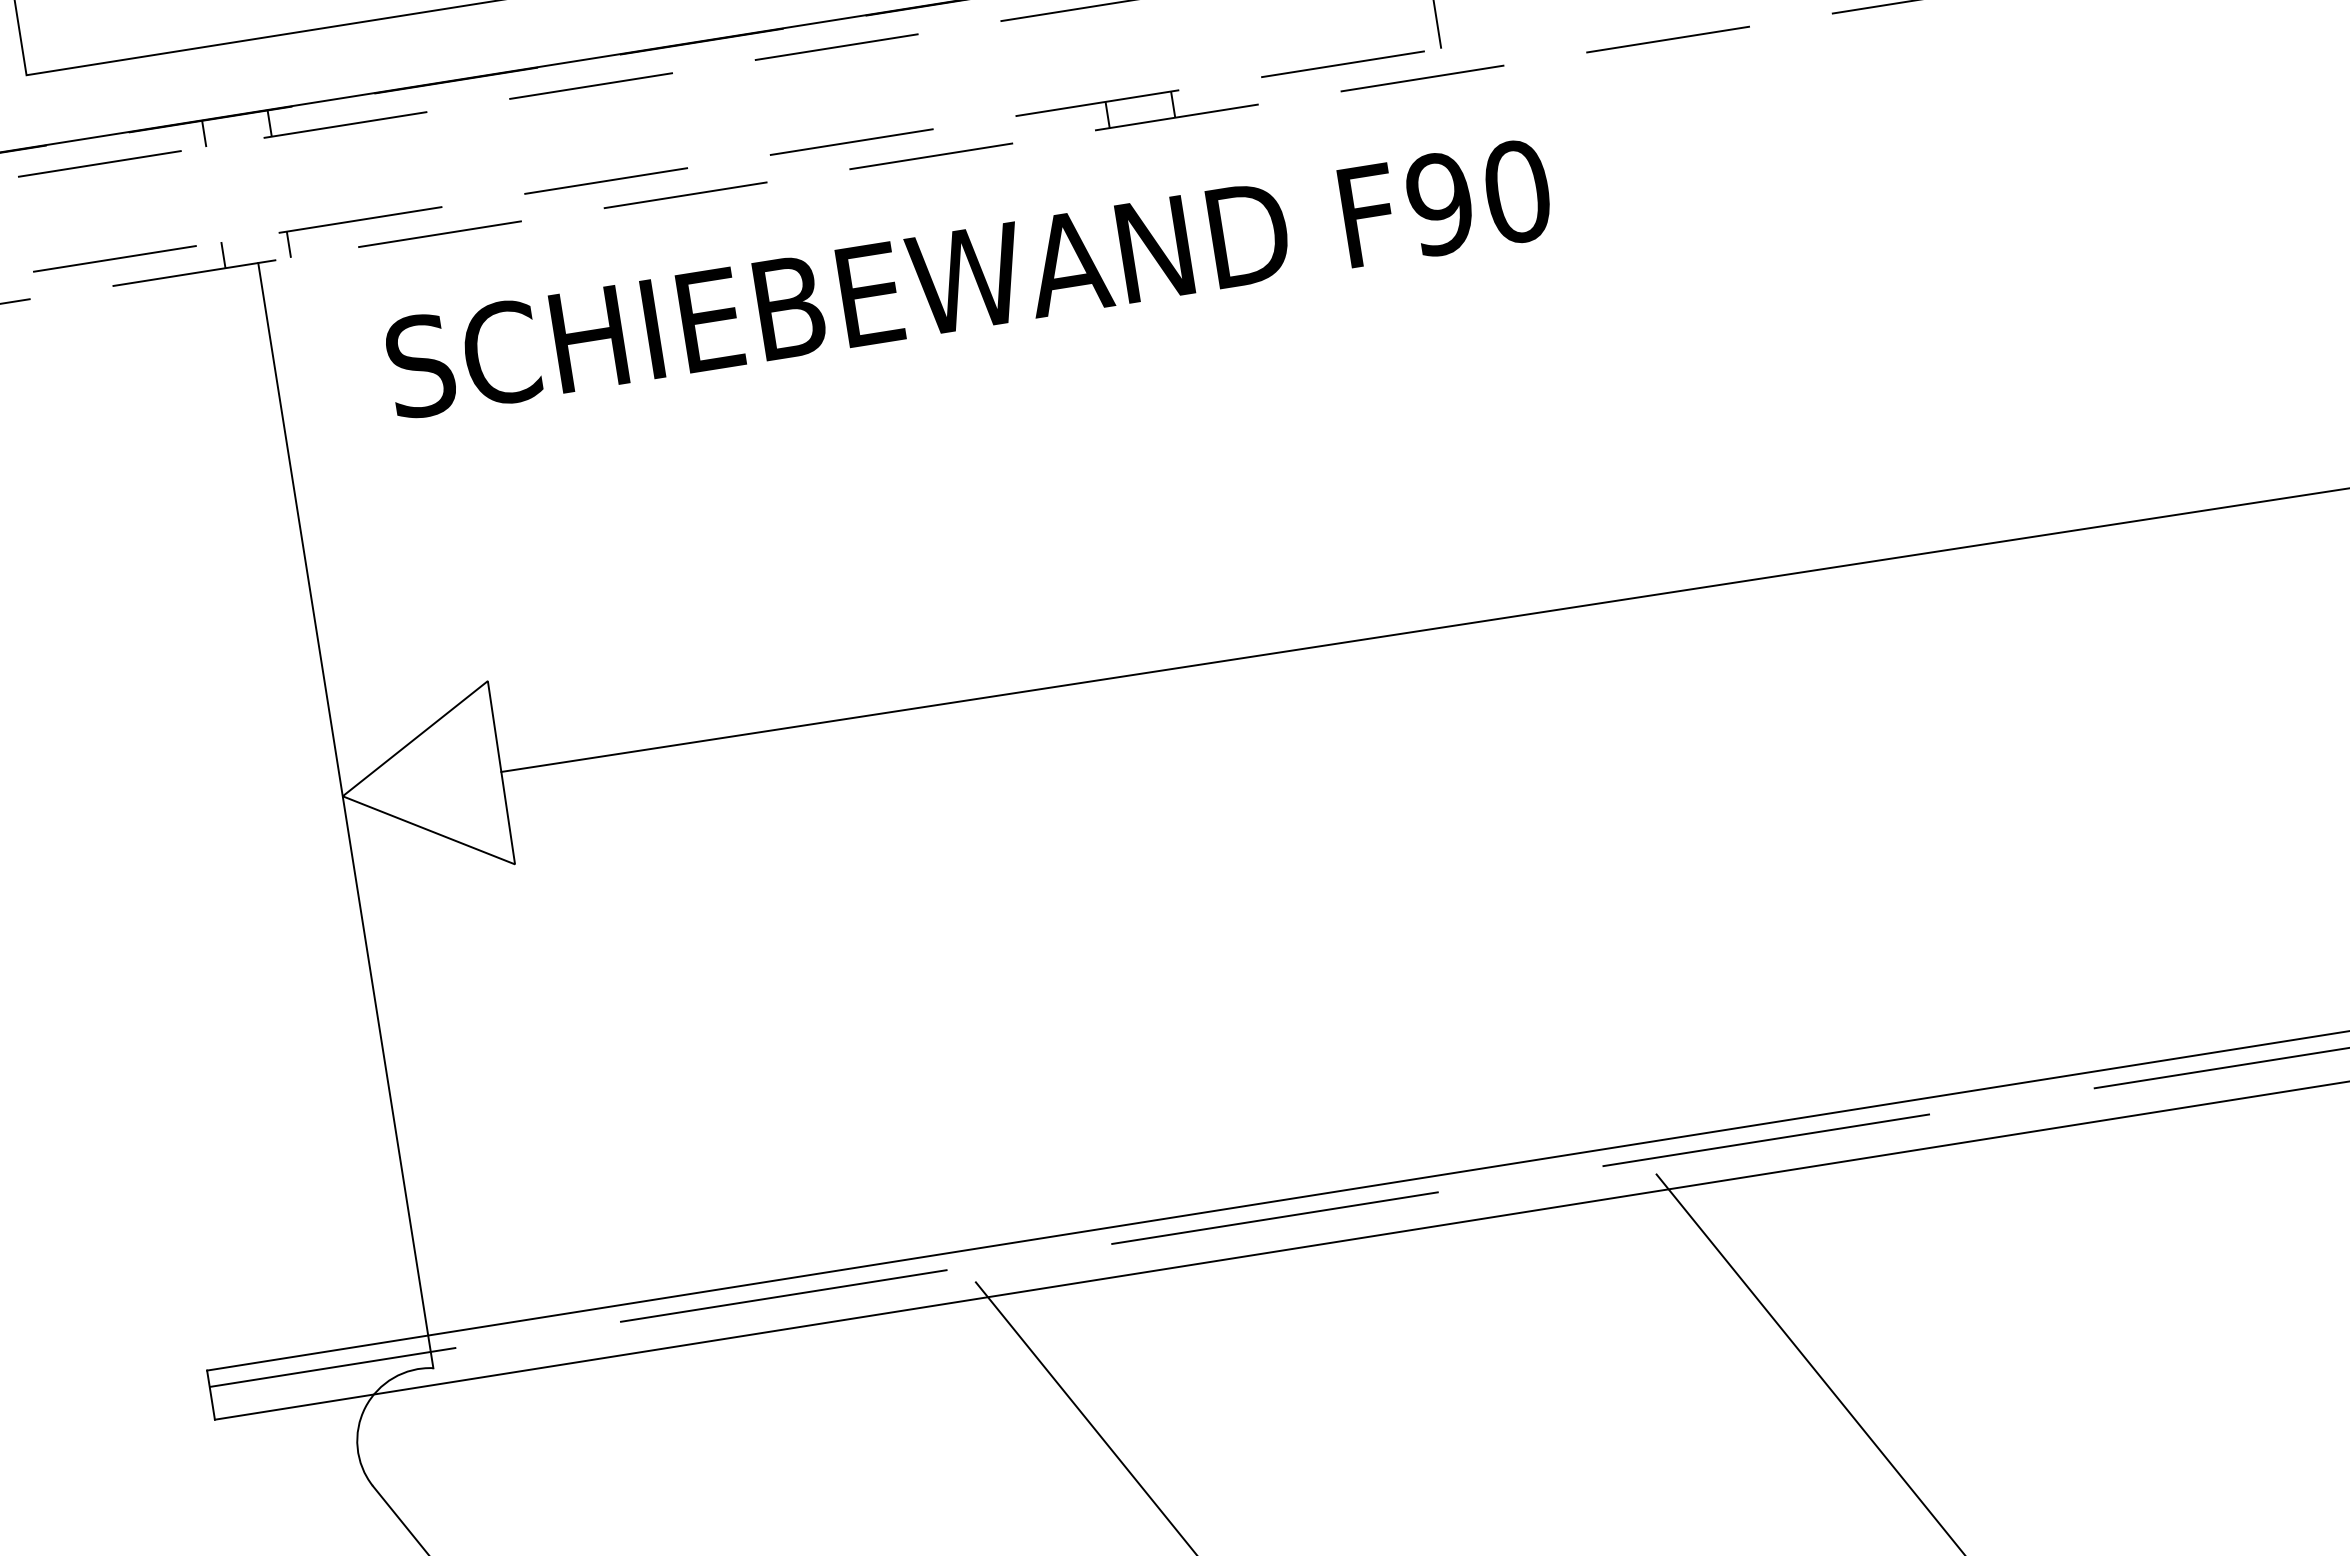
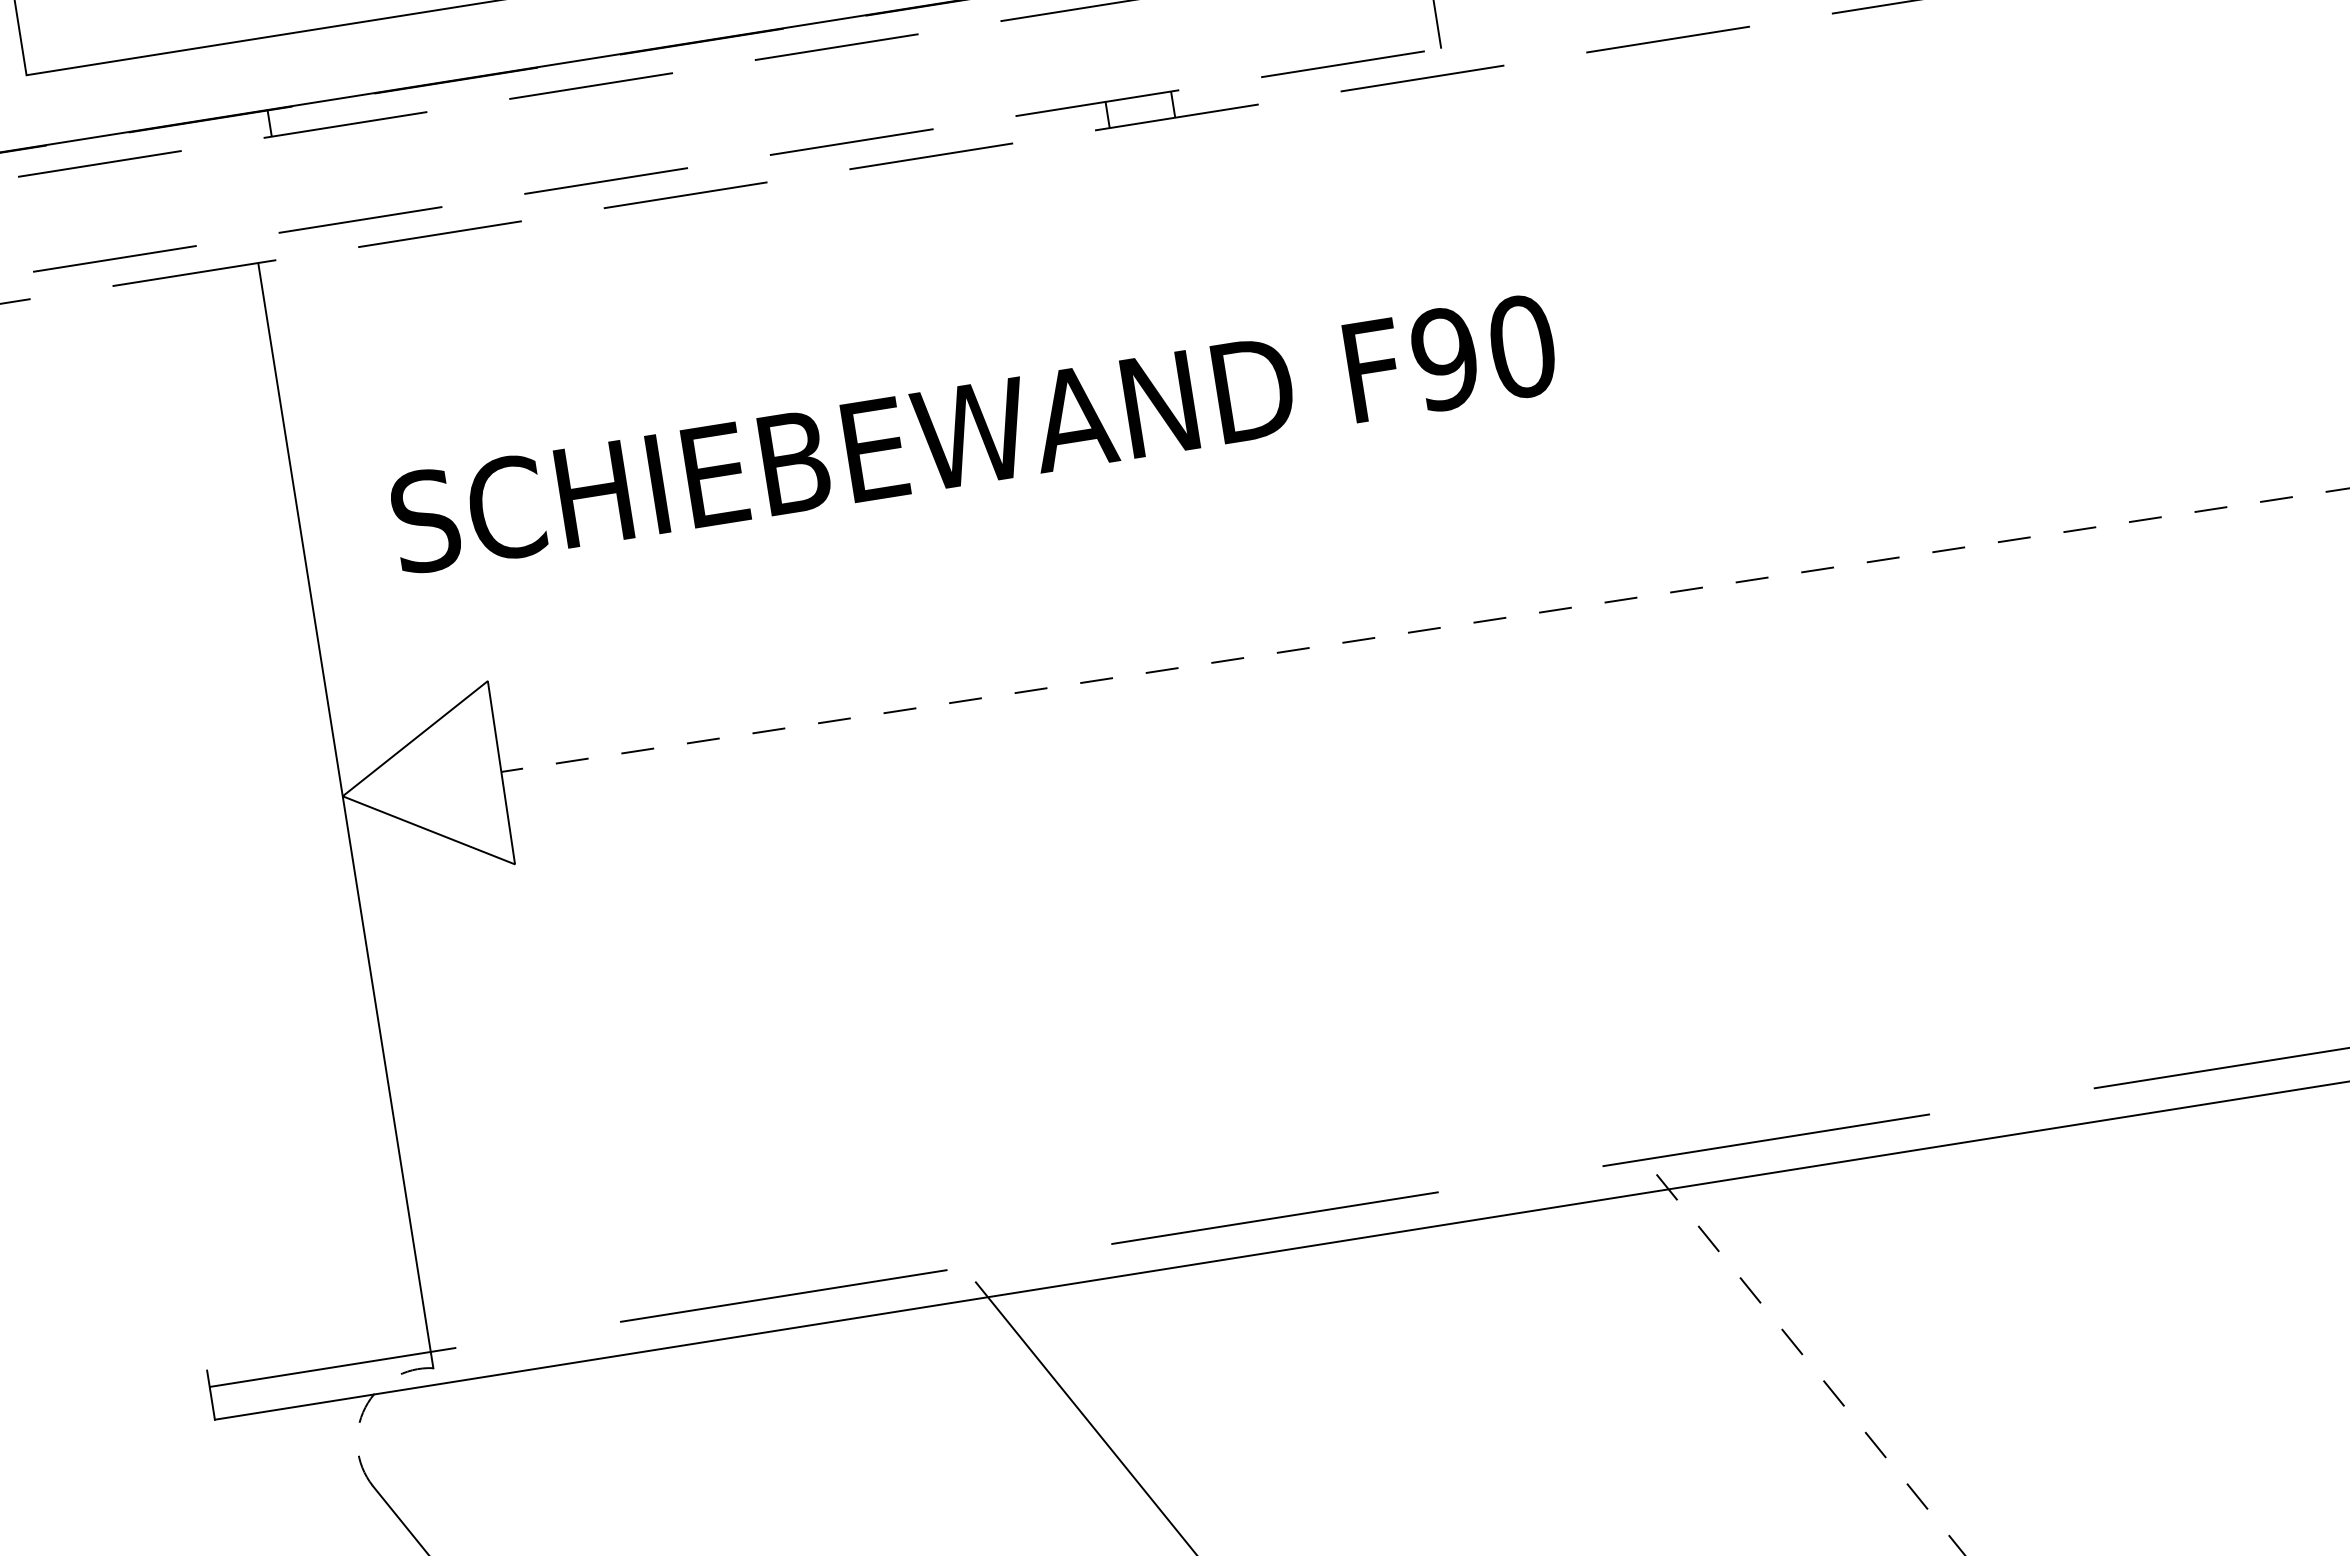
line at (204, 133): present -> none
line at (288, 244): present -> none
line at (223, 255): present -> none
text at (967, 279) position: (967, 279) -> (972, 434)
line at (1425, 630): solid -> dashed
line at (1276, 1200): present -> none
line at (1811, 1365): solid -> dashed
arc at (365, 1407): solid -> dashed
